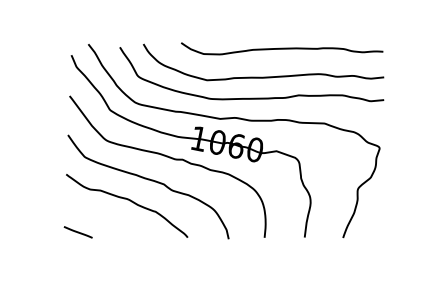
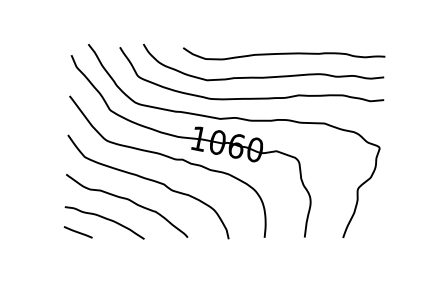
curve at (282, 48) position: (282, 48) -> (284, 53)
curve at (105, 219): none -> present
